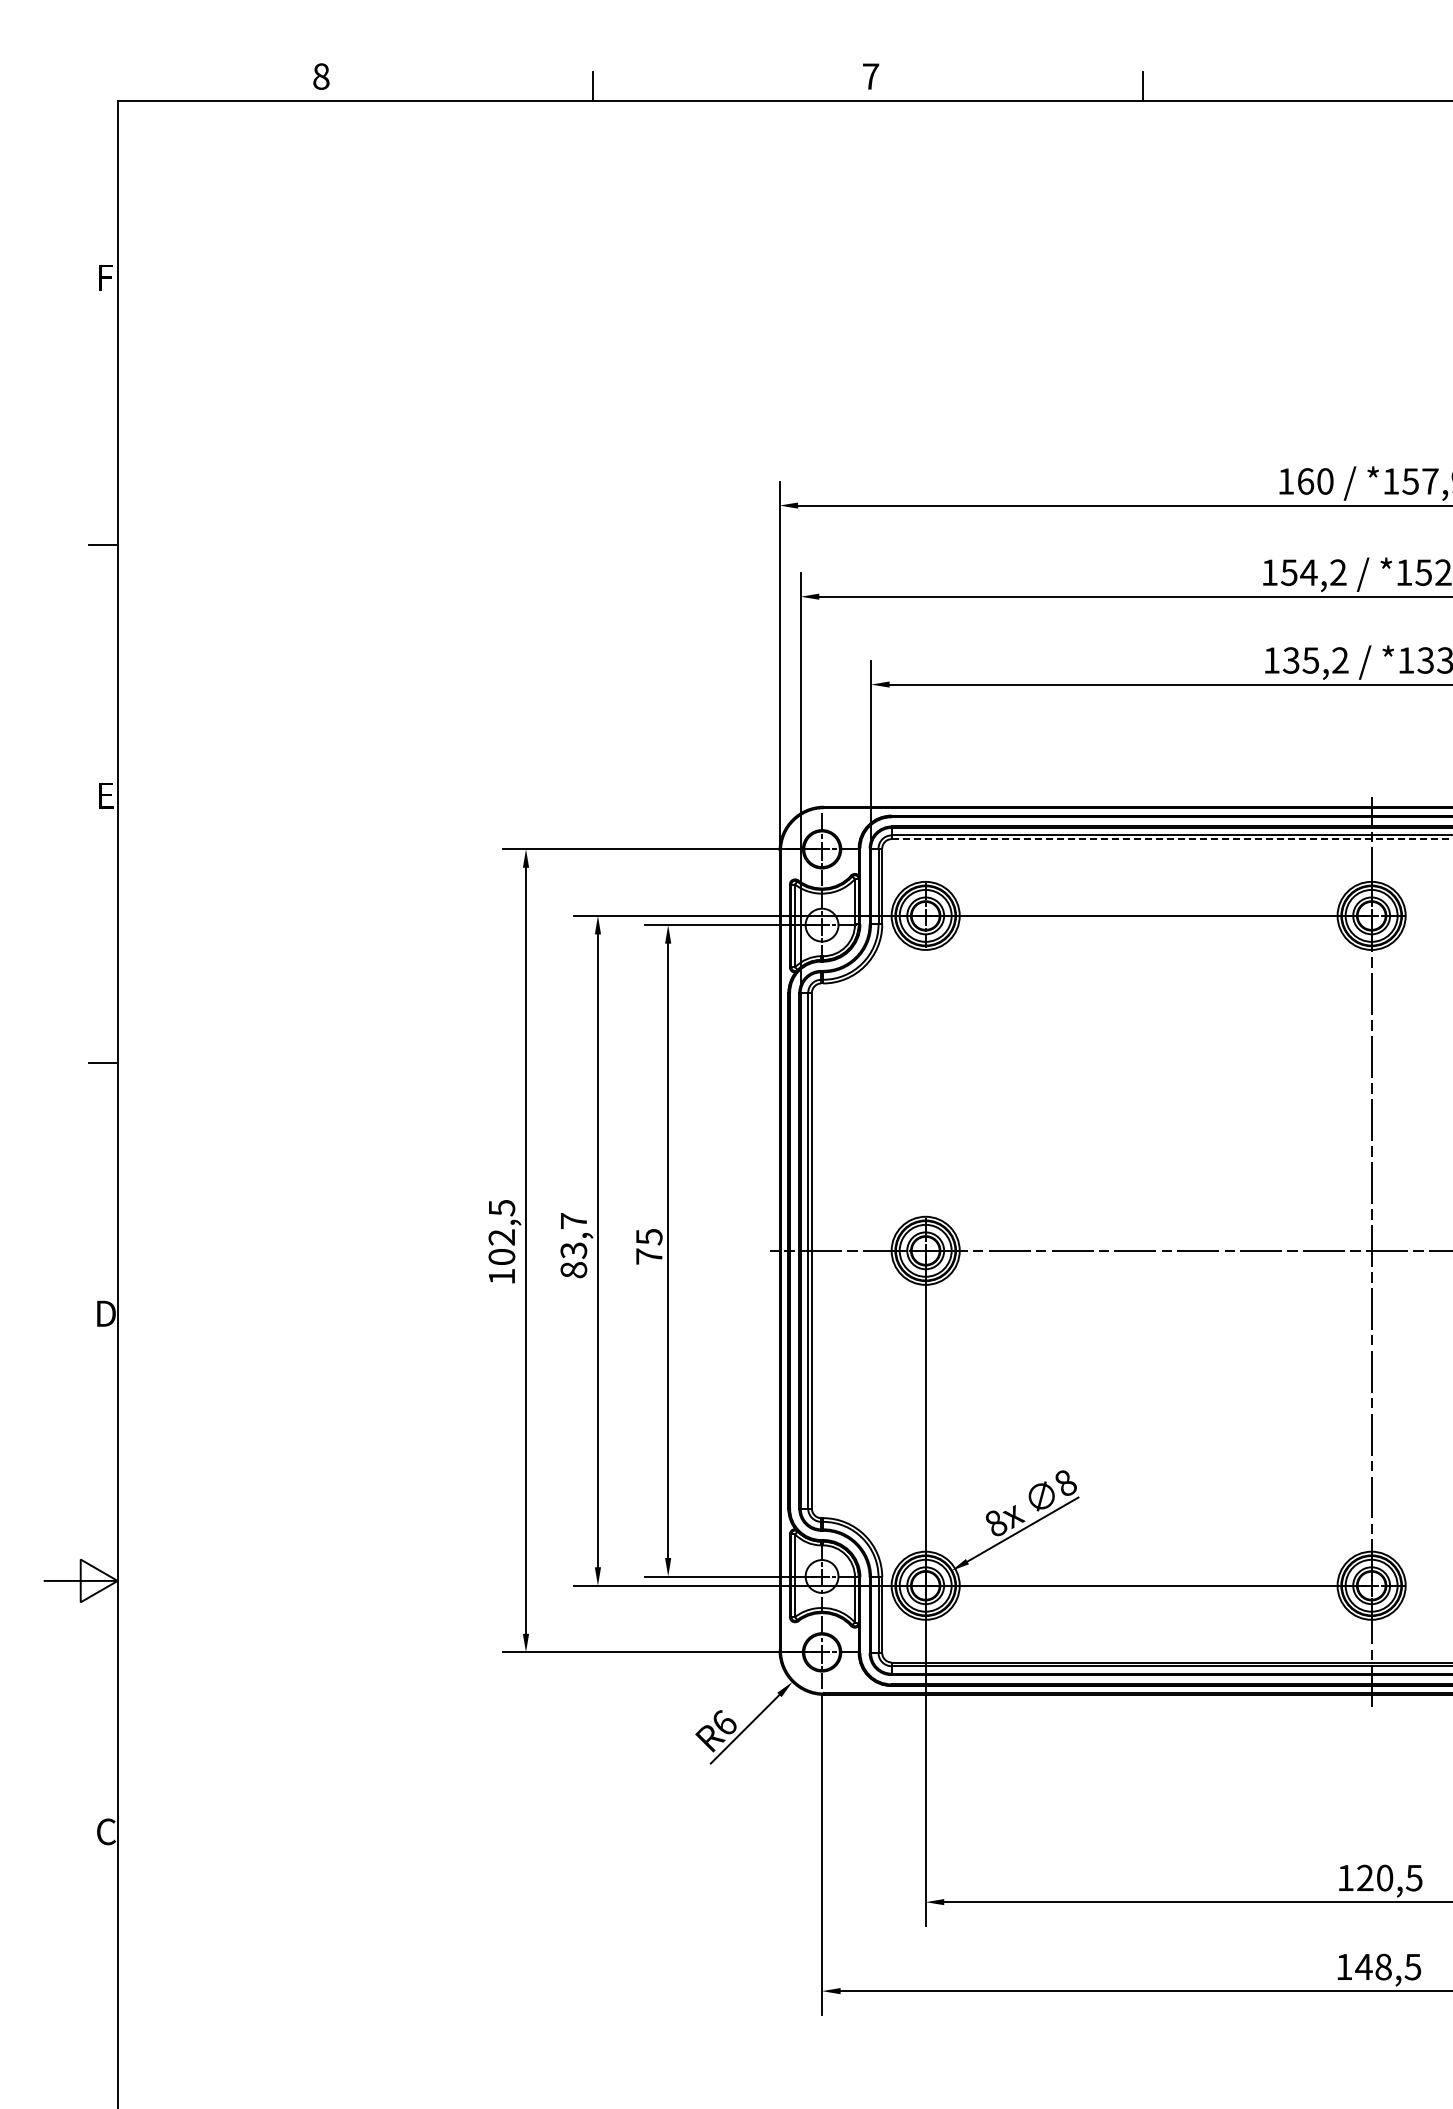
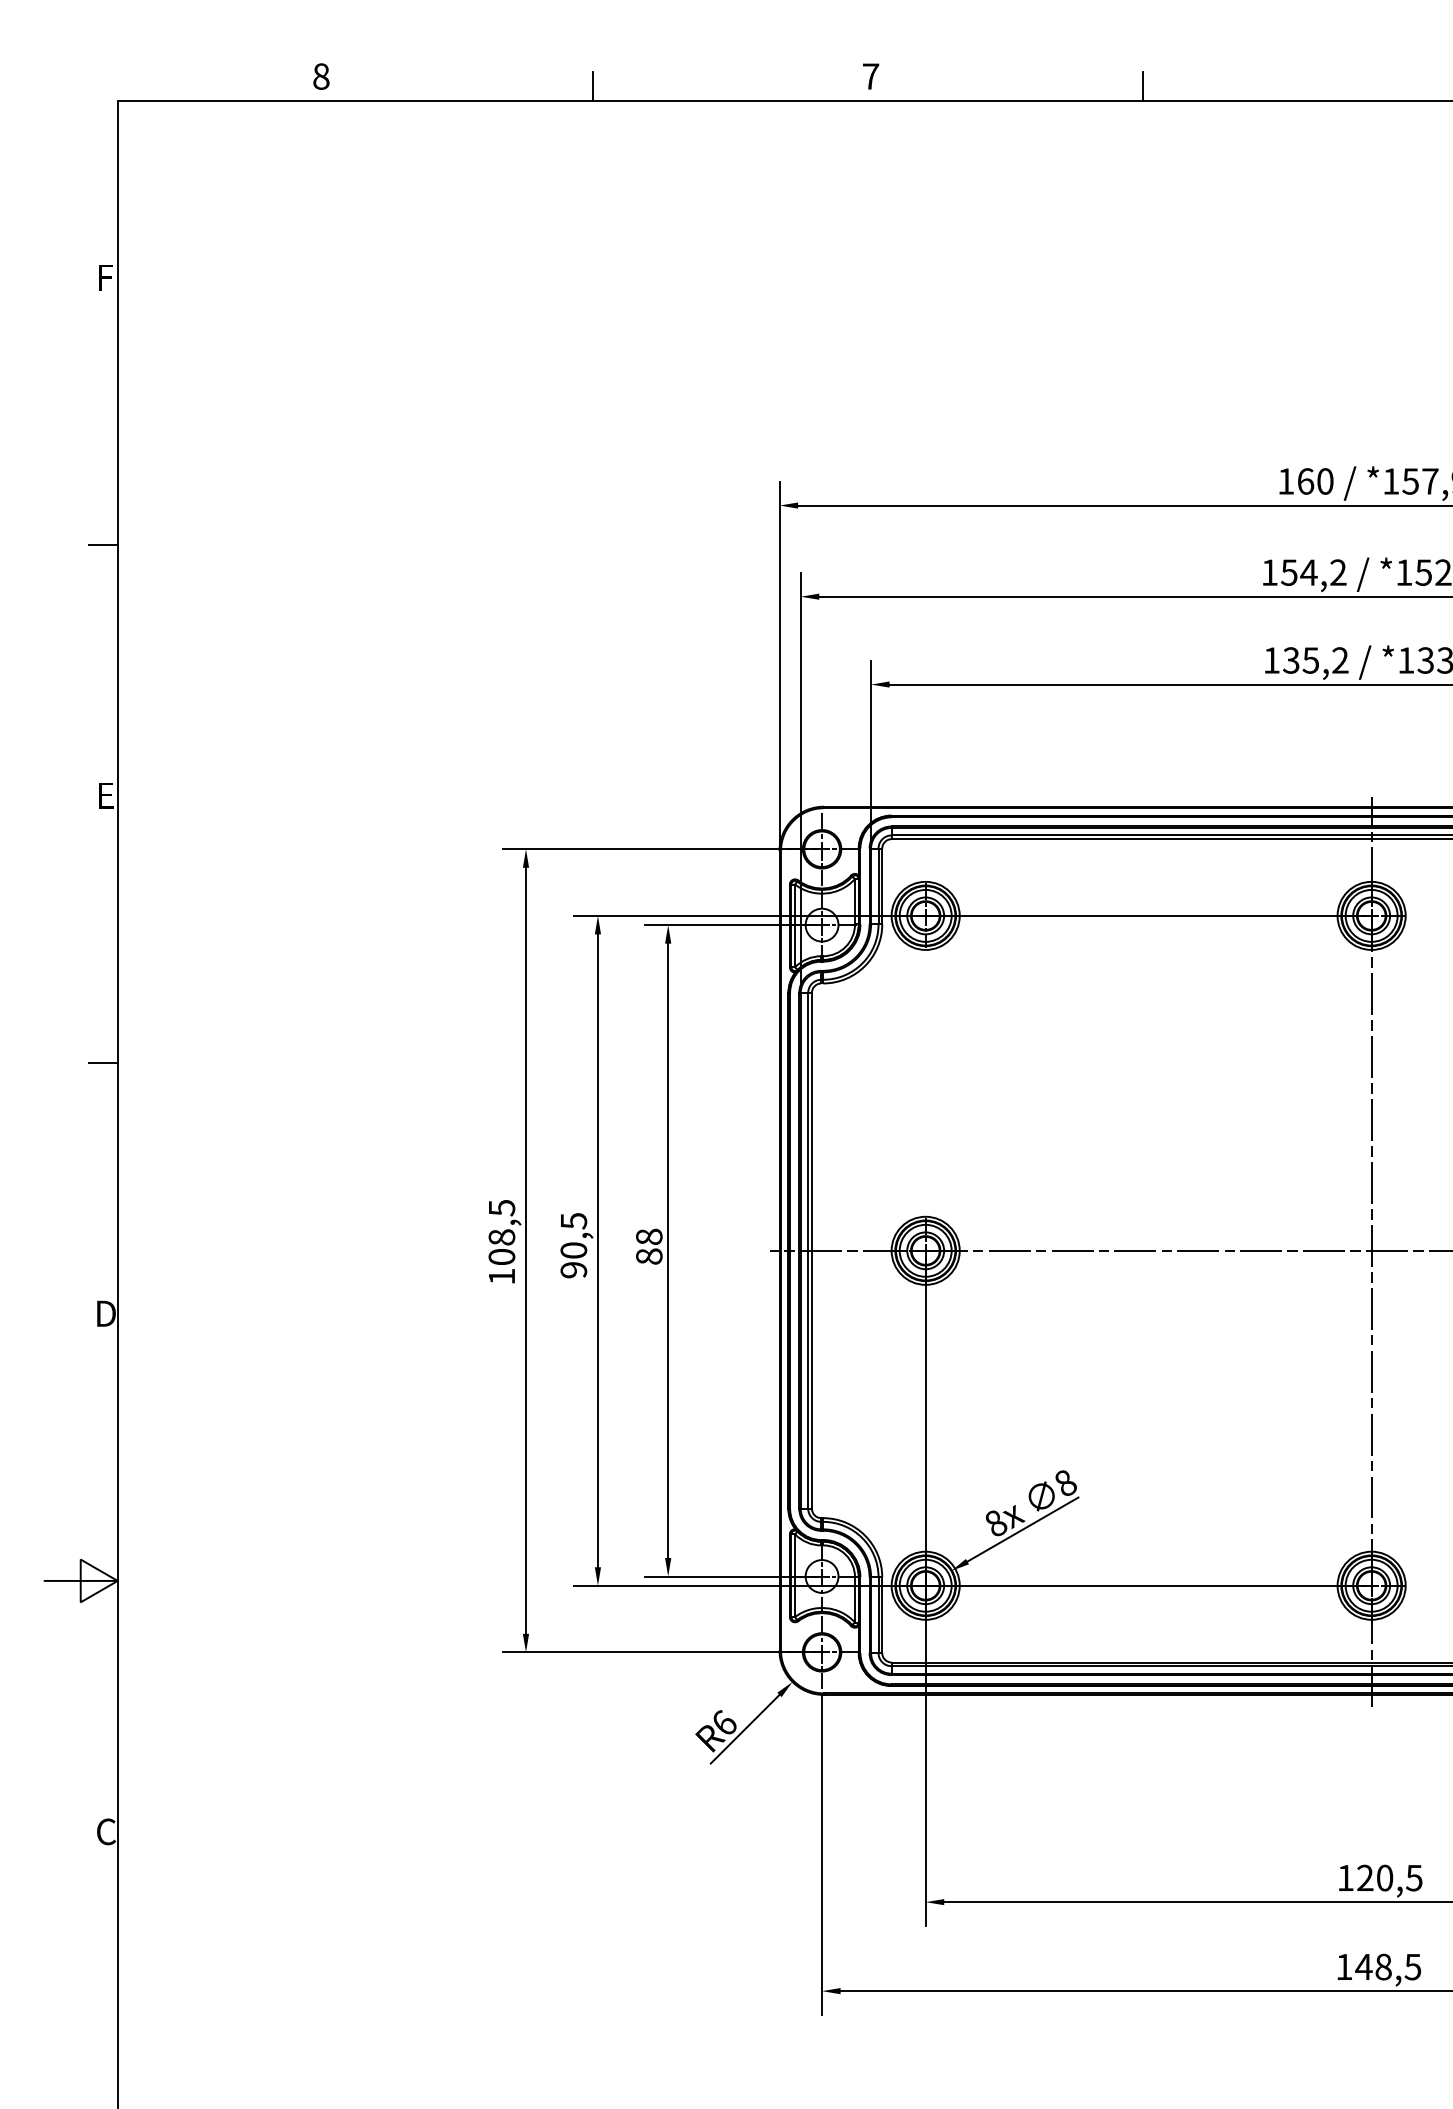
line at (1172, 839): dashed -> solid
text at (501, 1237): 102,5 -> 108,5
text at (573, 1245): 83,7 -> 90,5
text at (649, 1246): 75 -> 88
